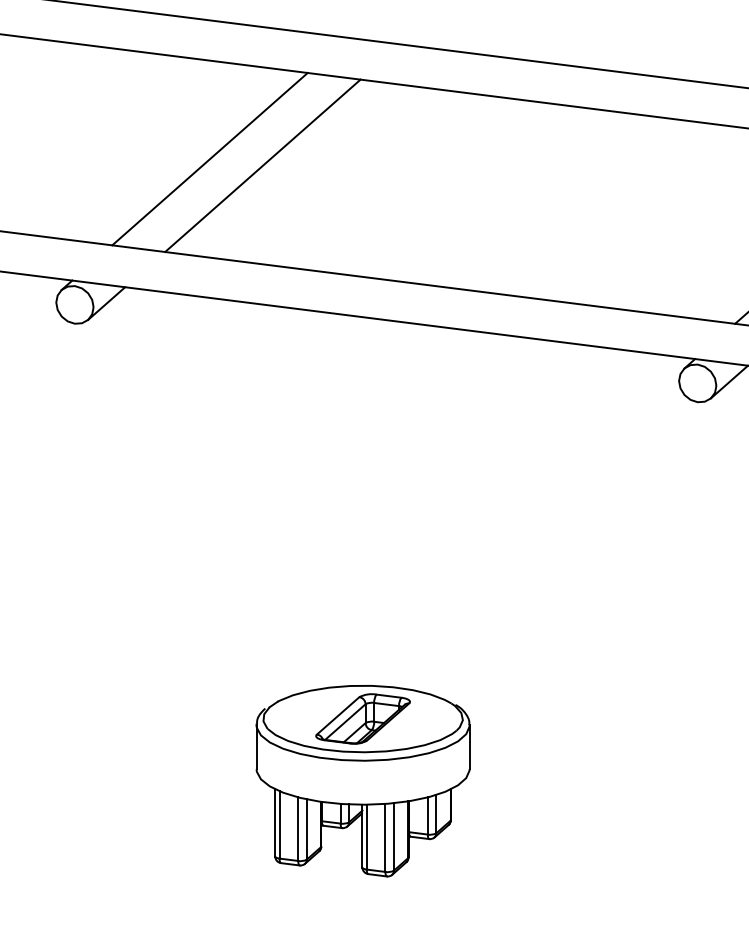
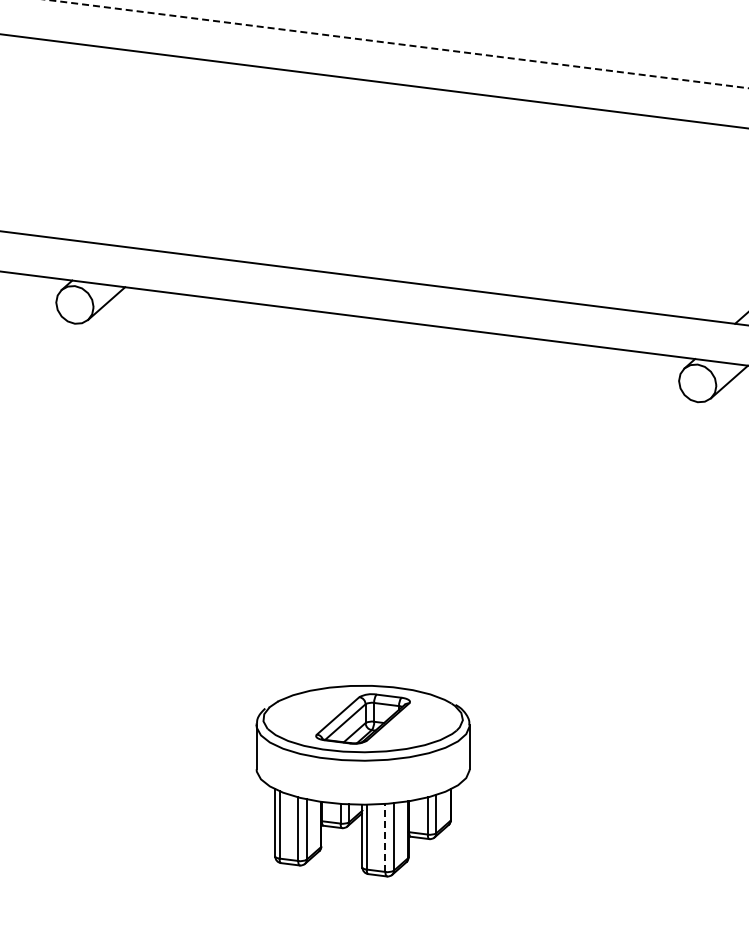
line at (398, 44): solid -> dashed
line at (209, 158): present -> none
line at (262, 165): present -> none
line at (385, 837): solid -> dashed
